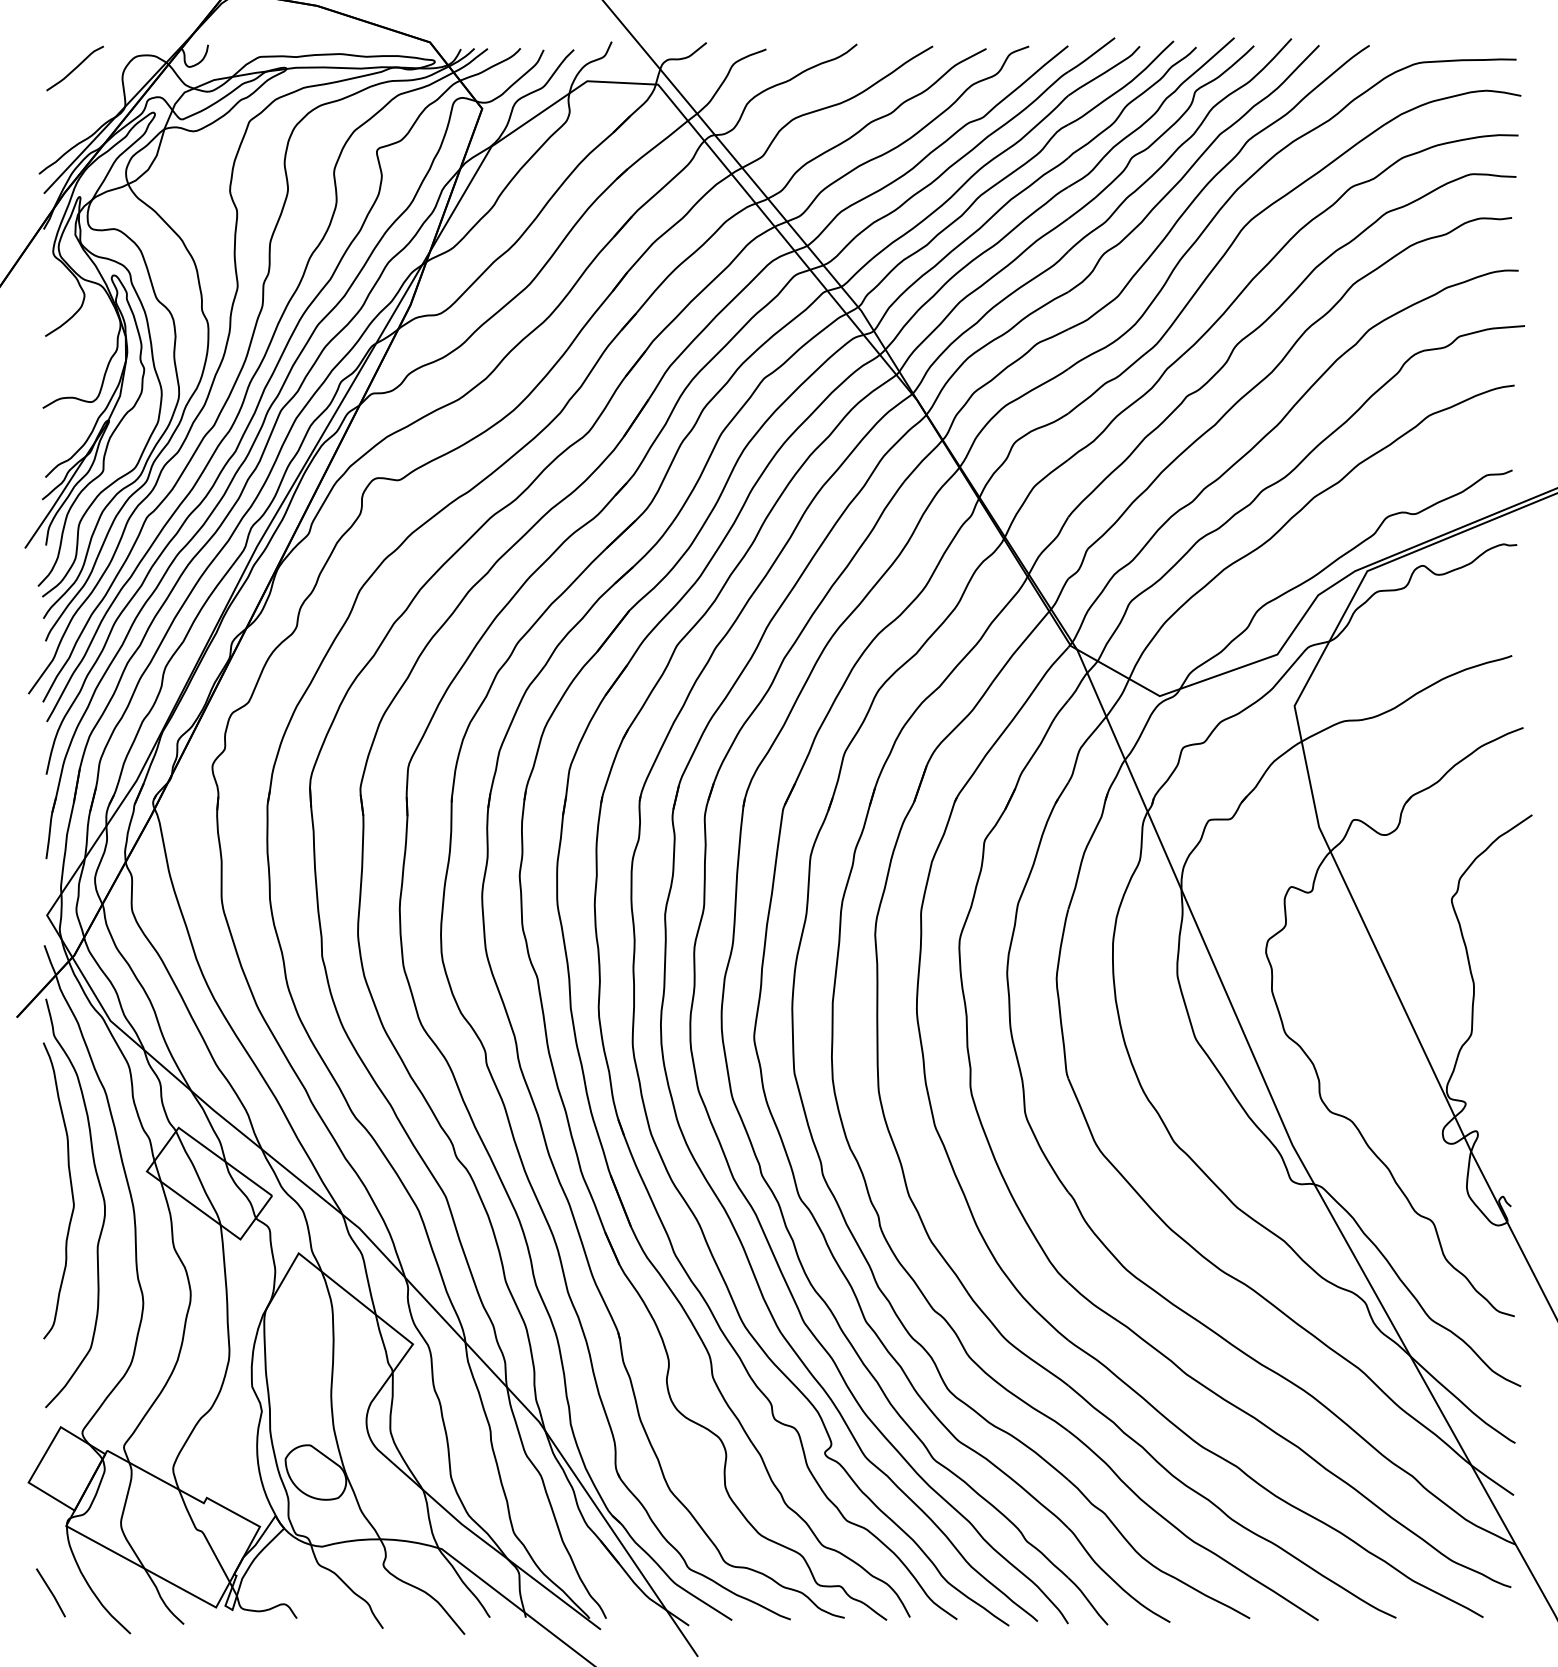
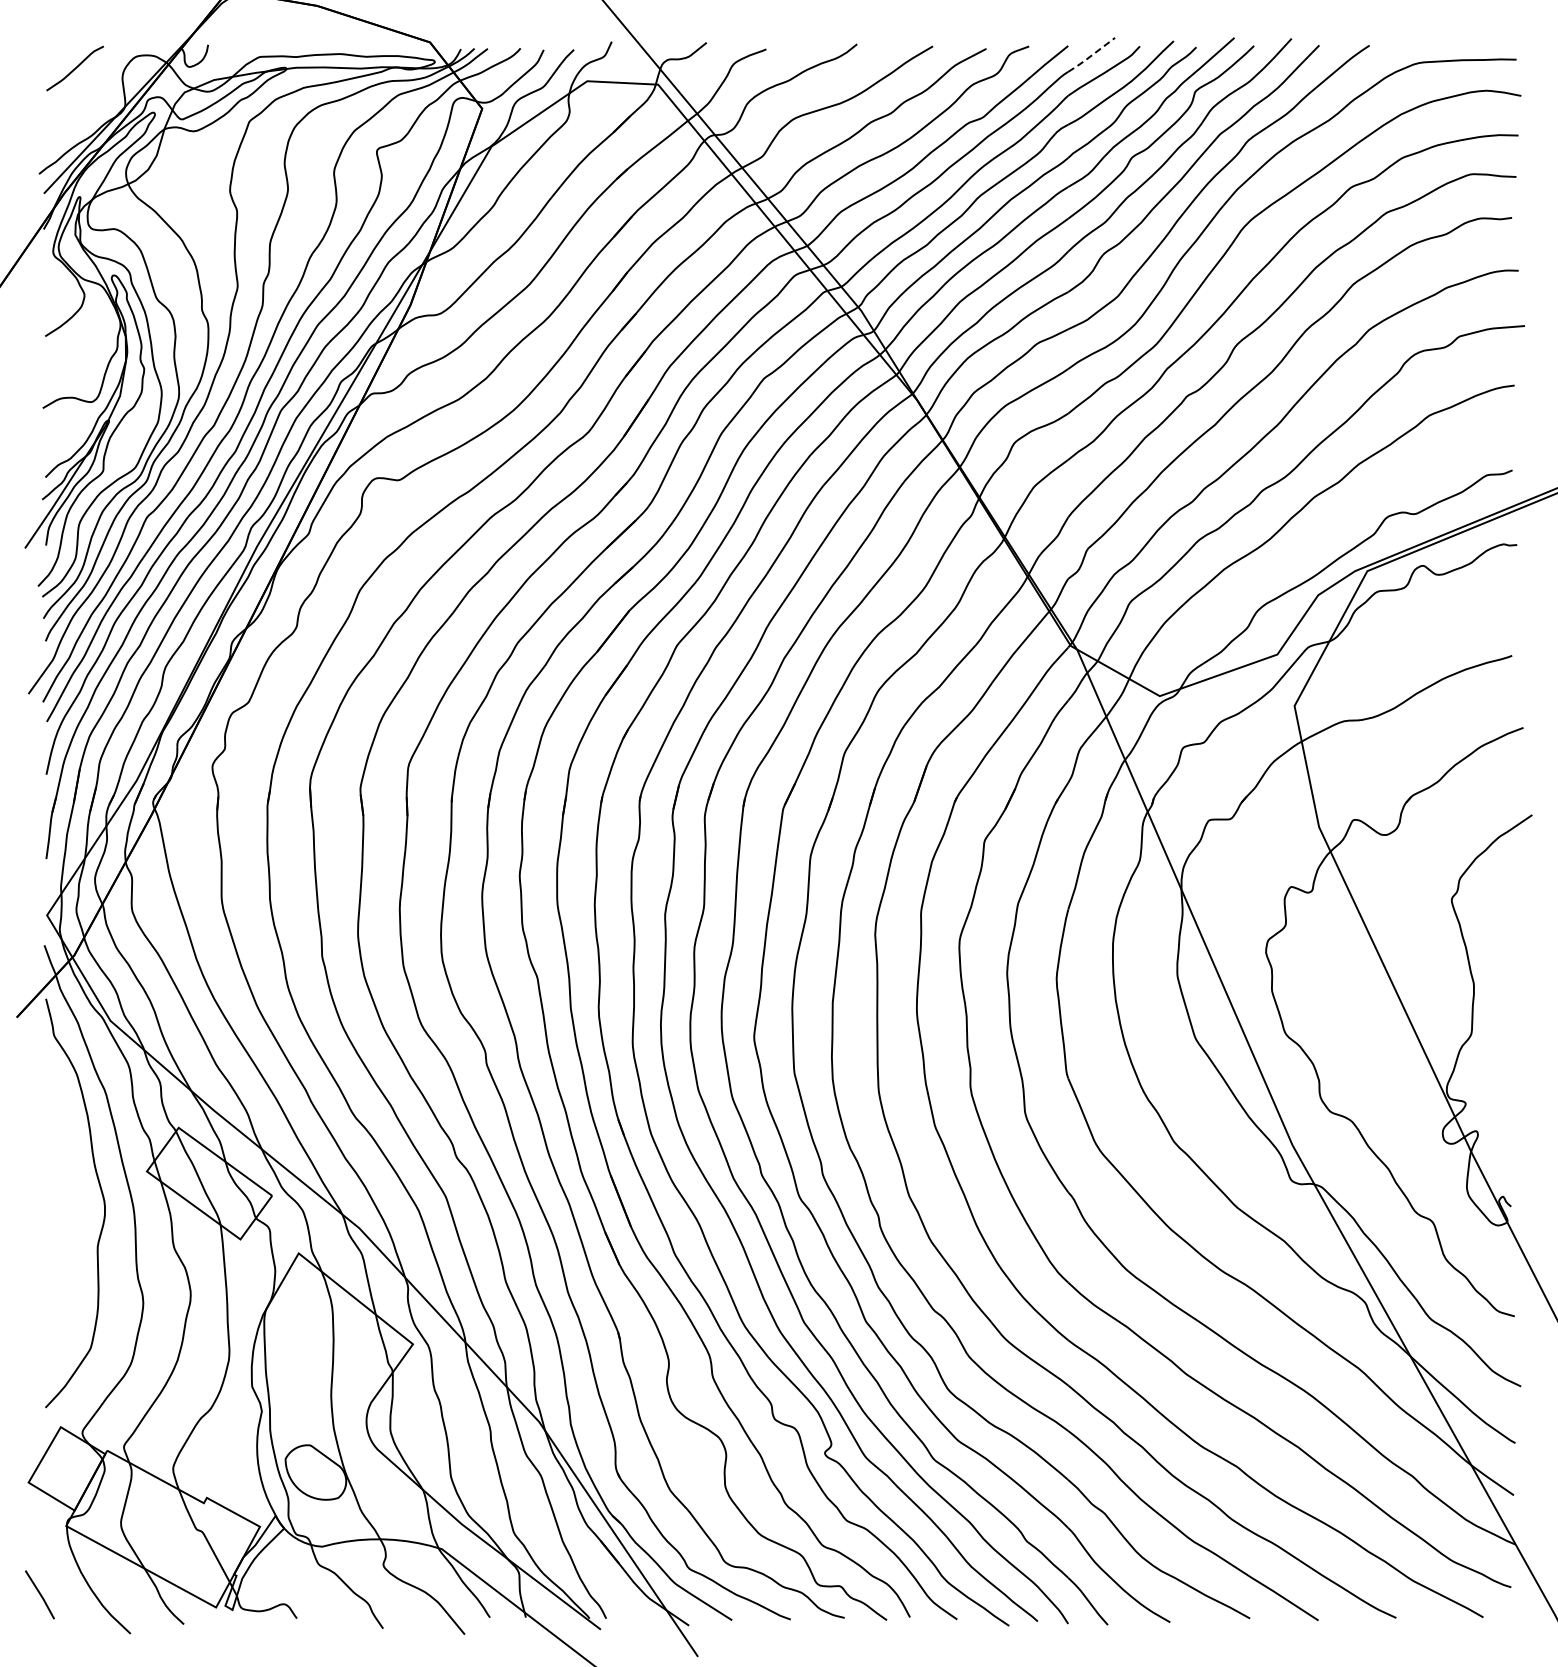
line at (1090, 56): solid -> dashed
curve at (70, 1187): present -> none
line at (50, 1592) position: (50, 1592) -> (39, 1594)
